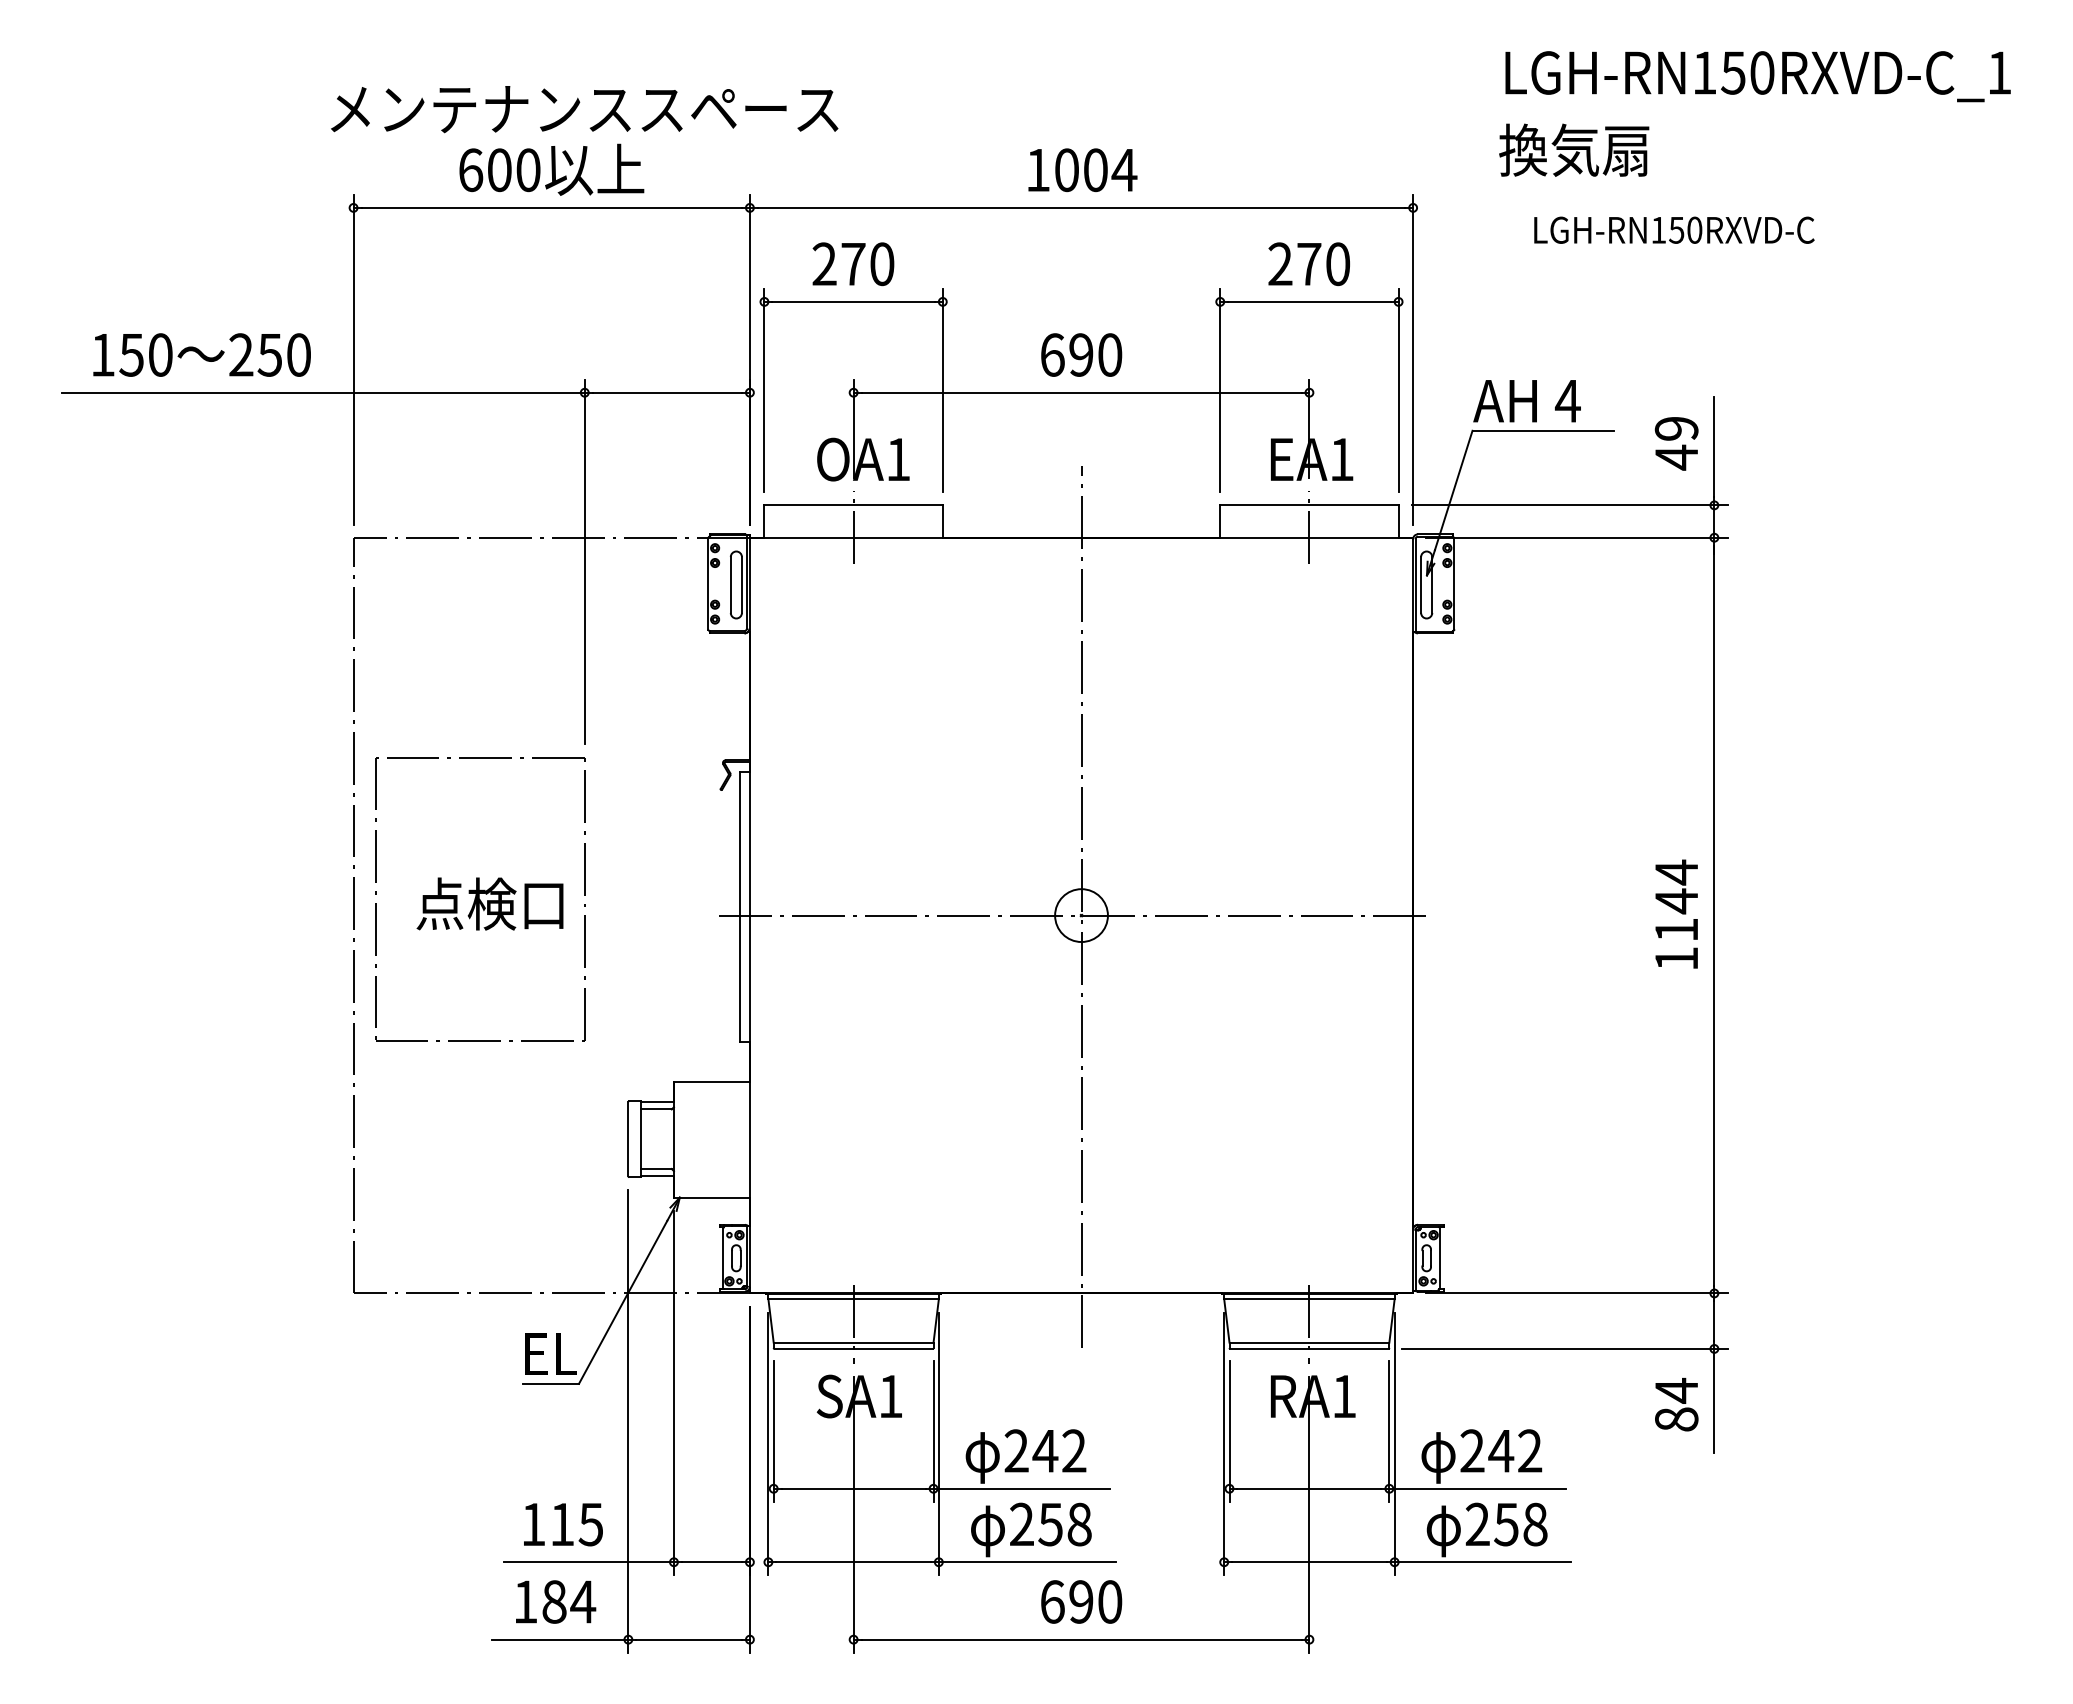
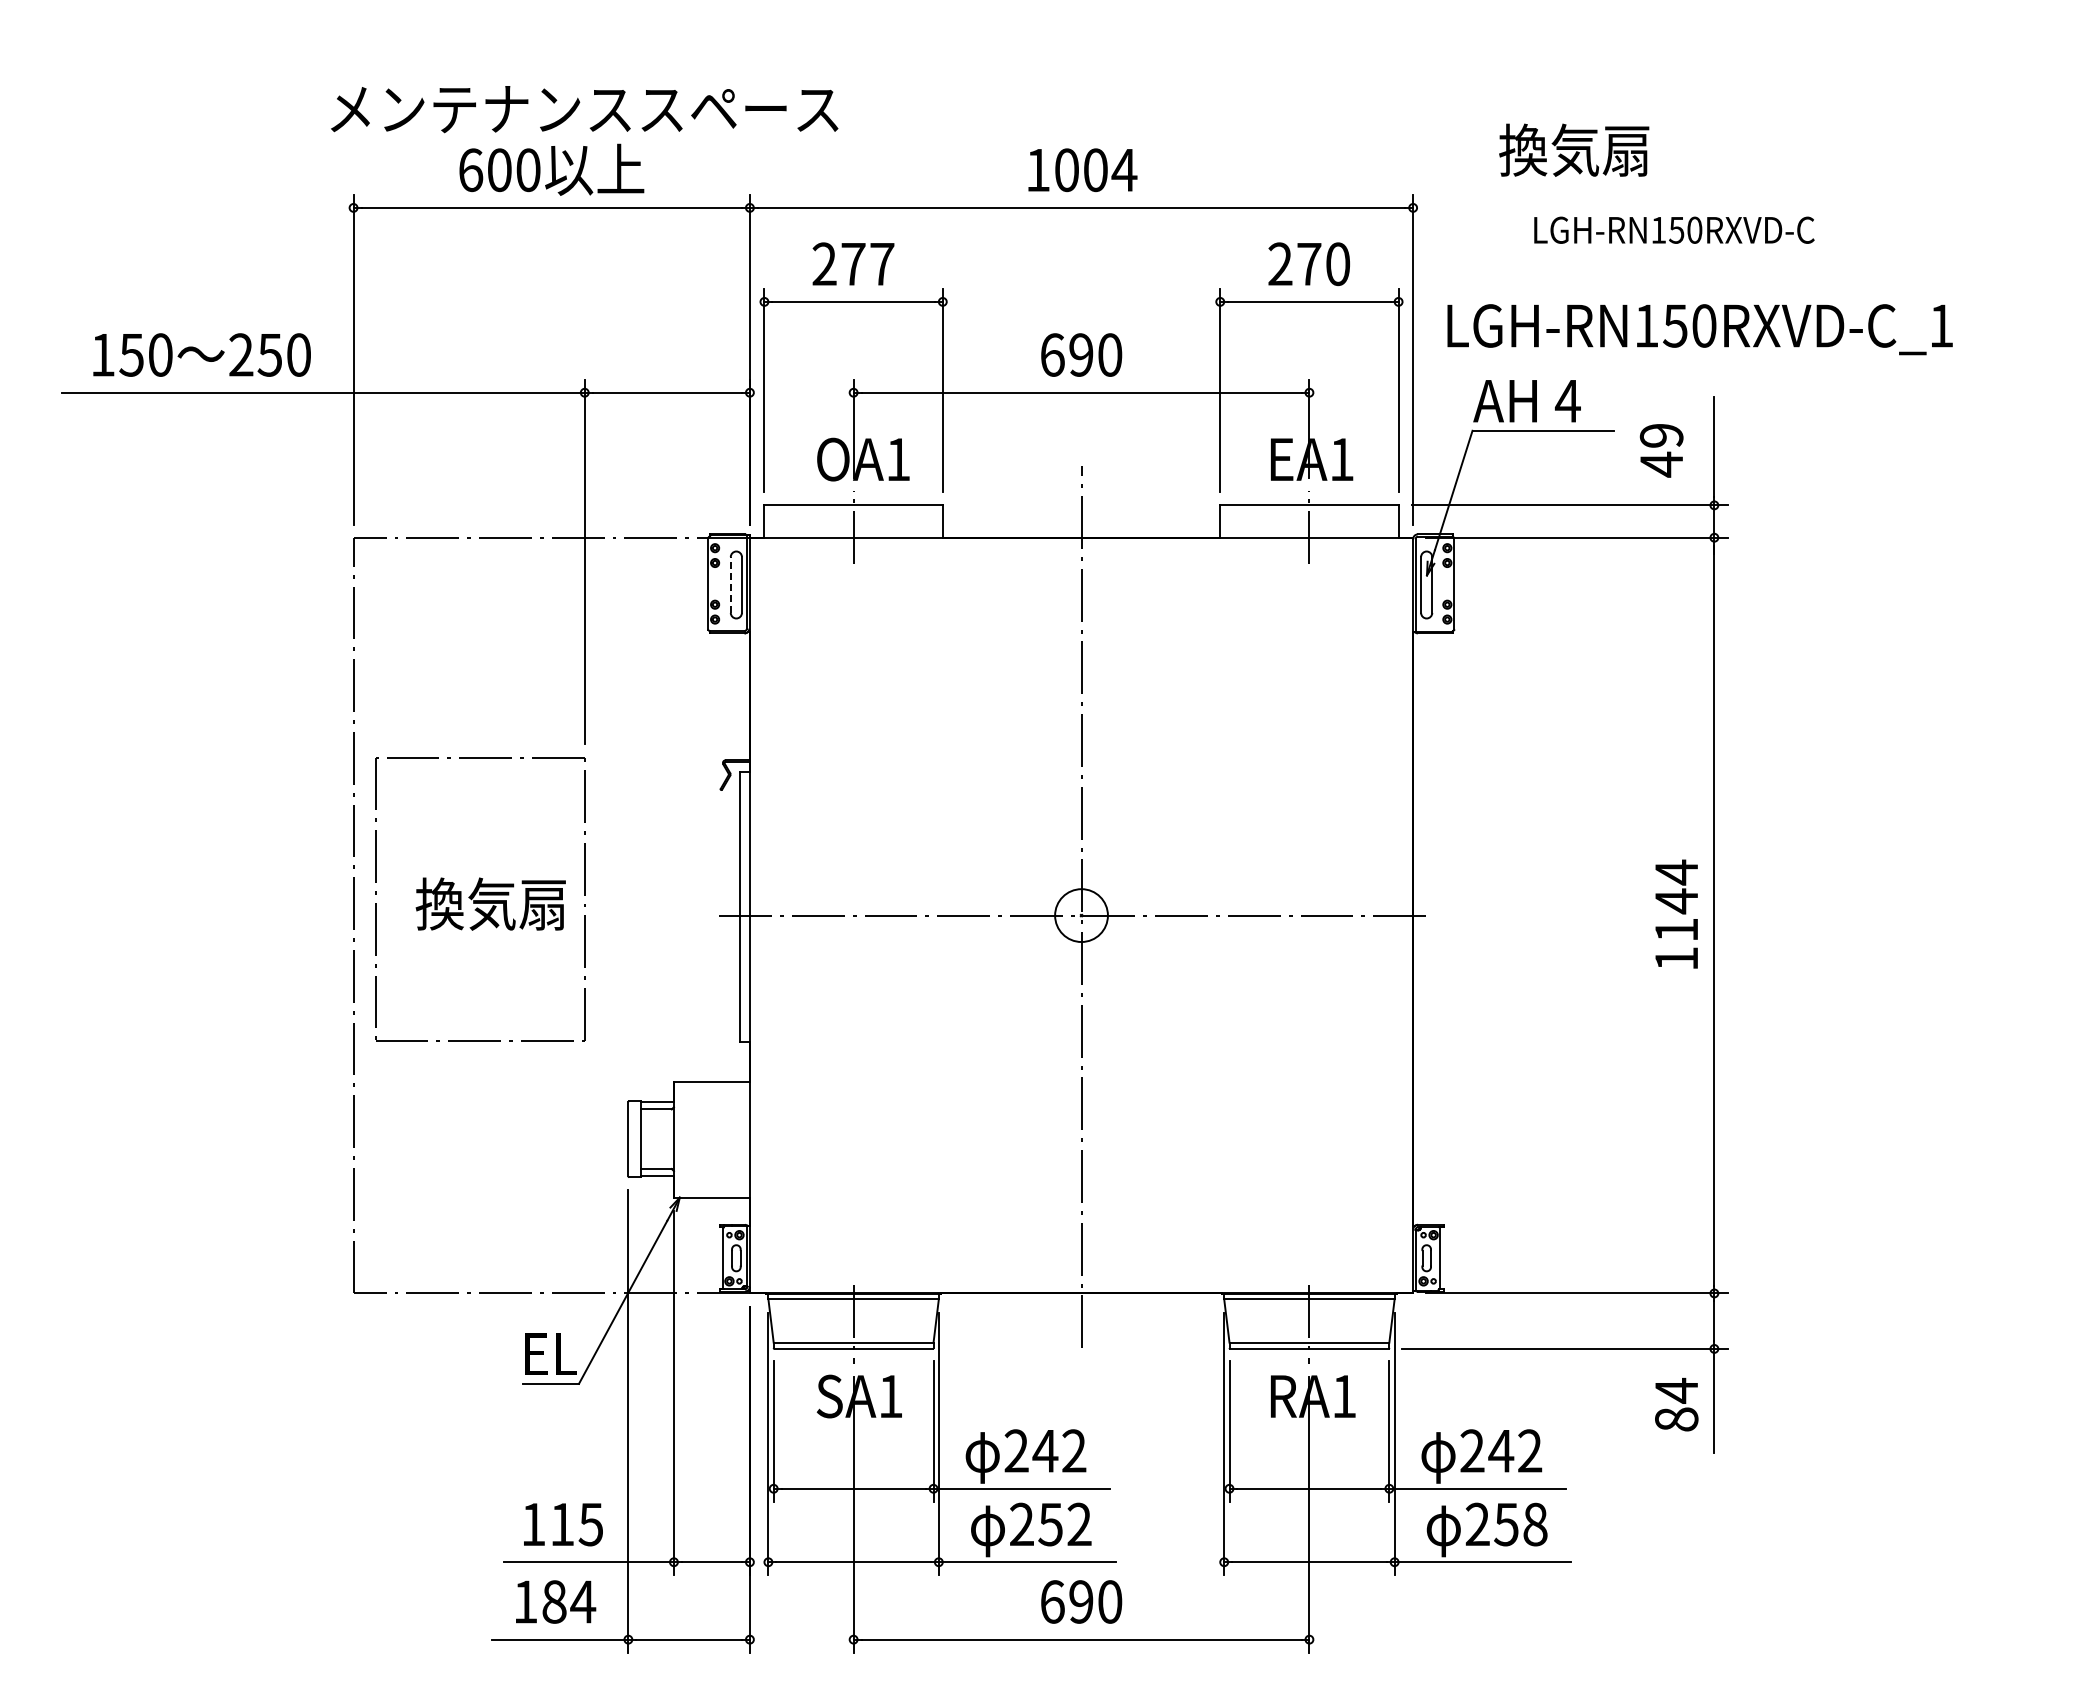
text at (1757, 76) position: (1757, 76) -> (1699, 329)
text at (882, 264): 270 -> 277
text at (1676, 443) position: (1676, 443) -> (1661, 450)
line at (730, 585): solid -> dashed
text at (490, 903): 点検口 -> 換気扇
text at (1079, 1524): 258 -> 252
